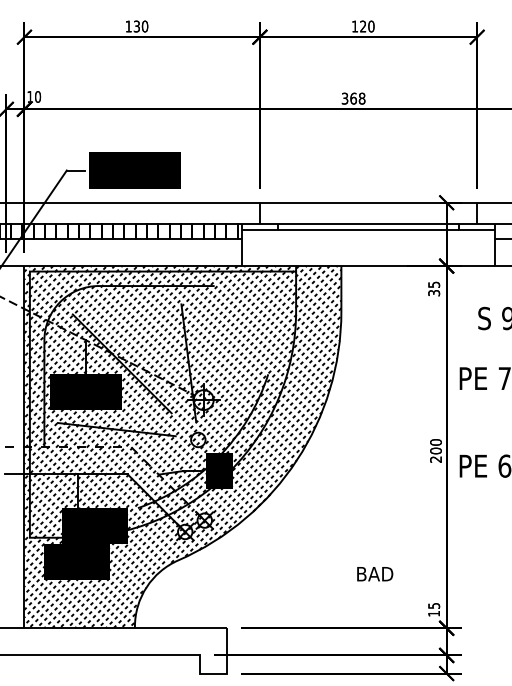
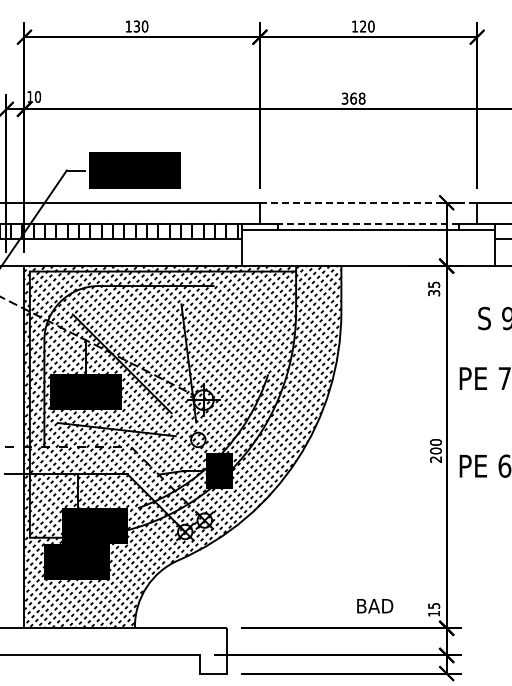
line at (368, 202): solid -> dashed
line at (368, 224): solid -> dashed
text at (375, 574) position: (375, 574) -> (375, 606)
